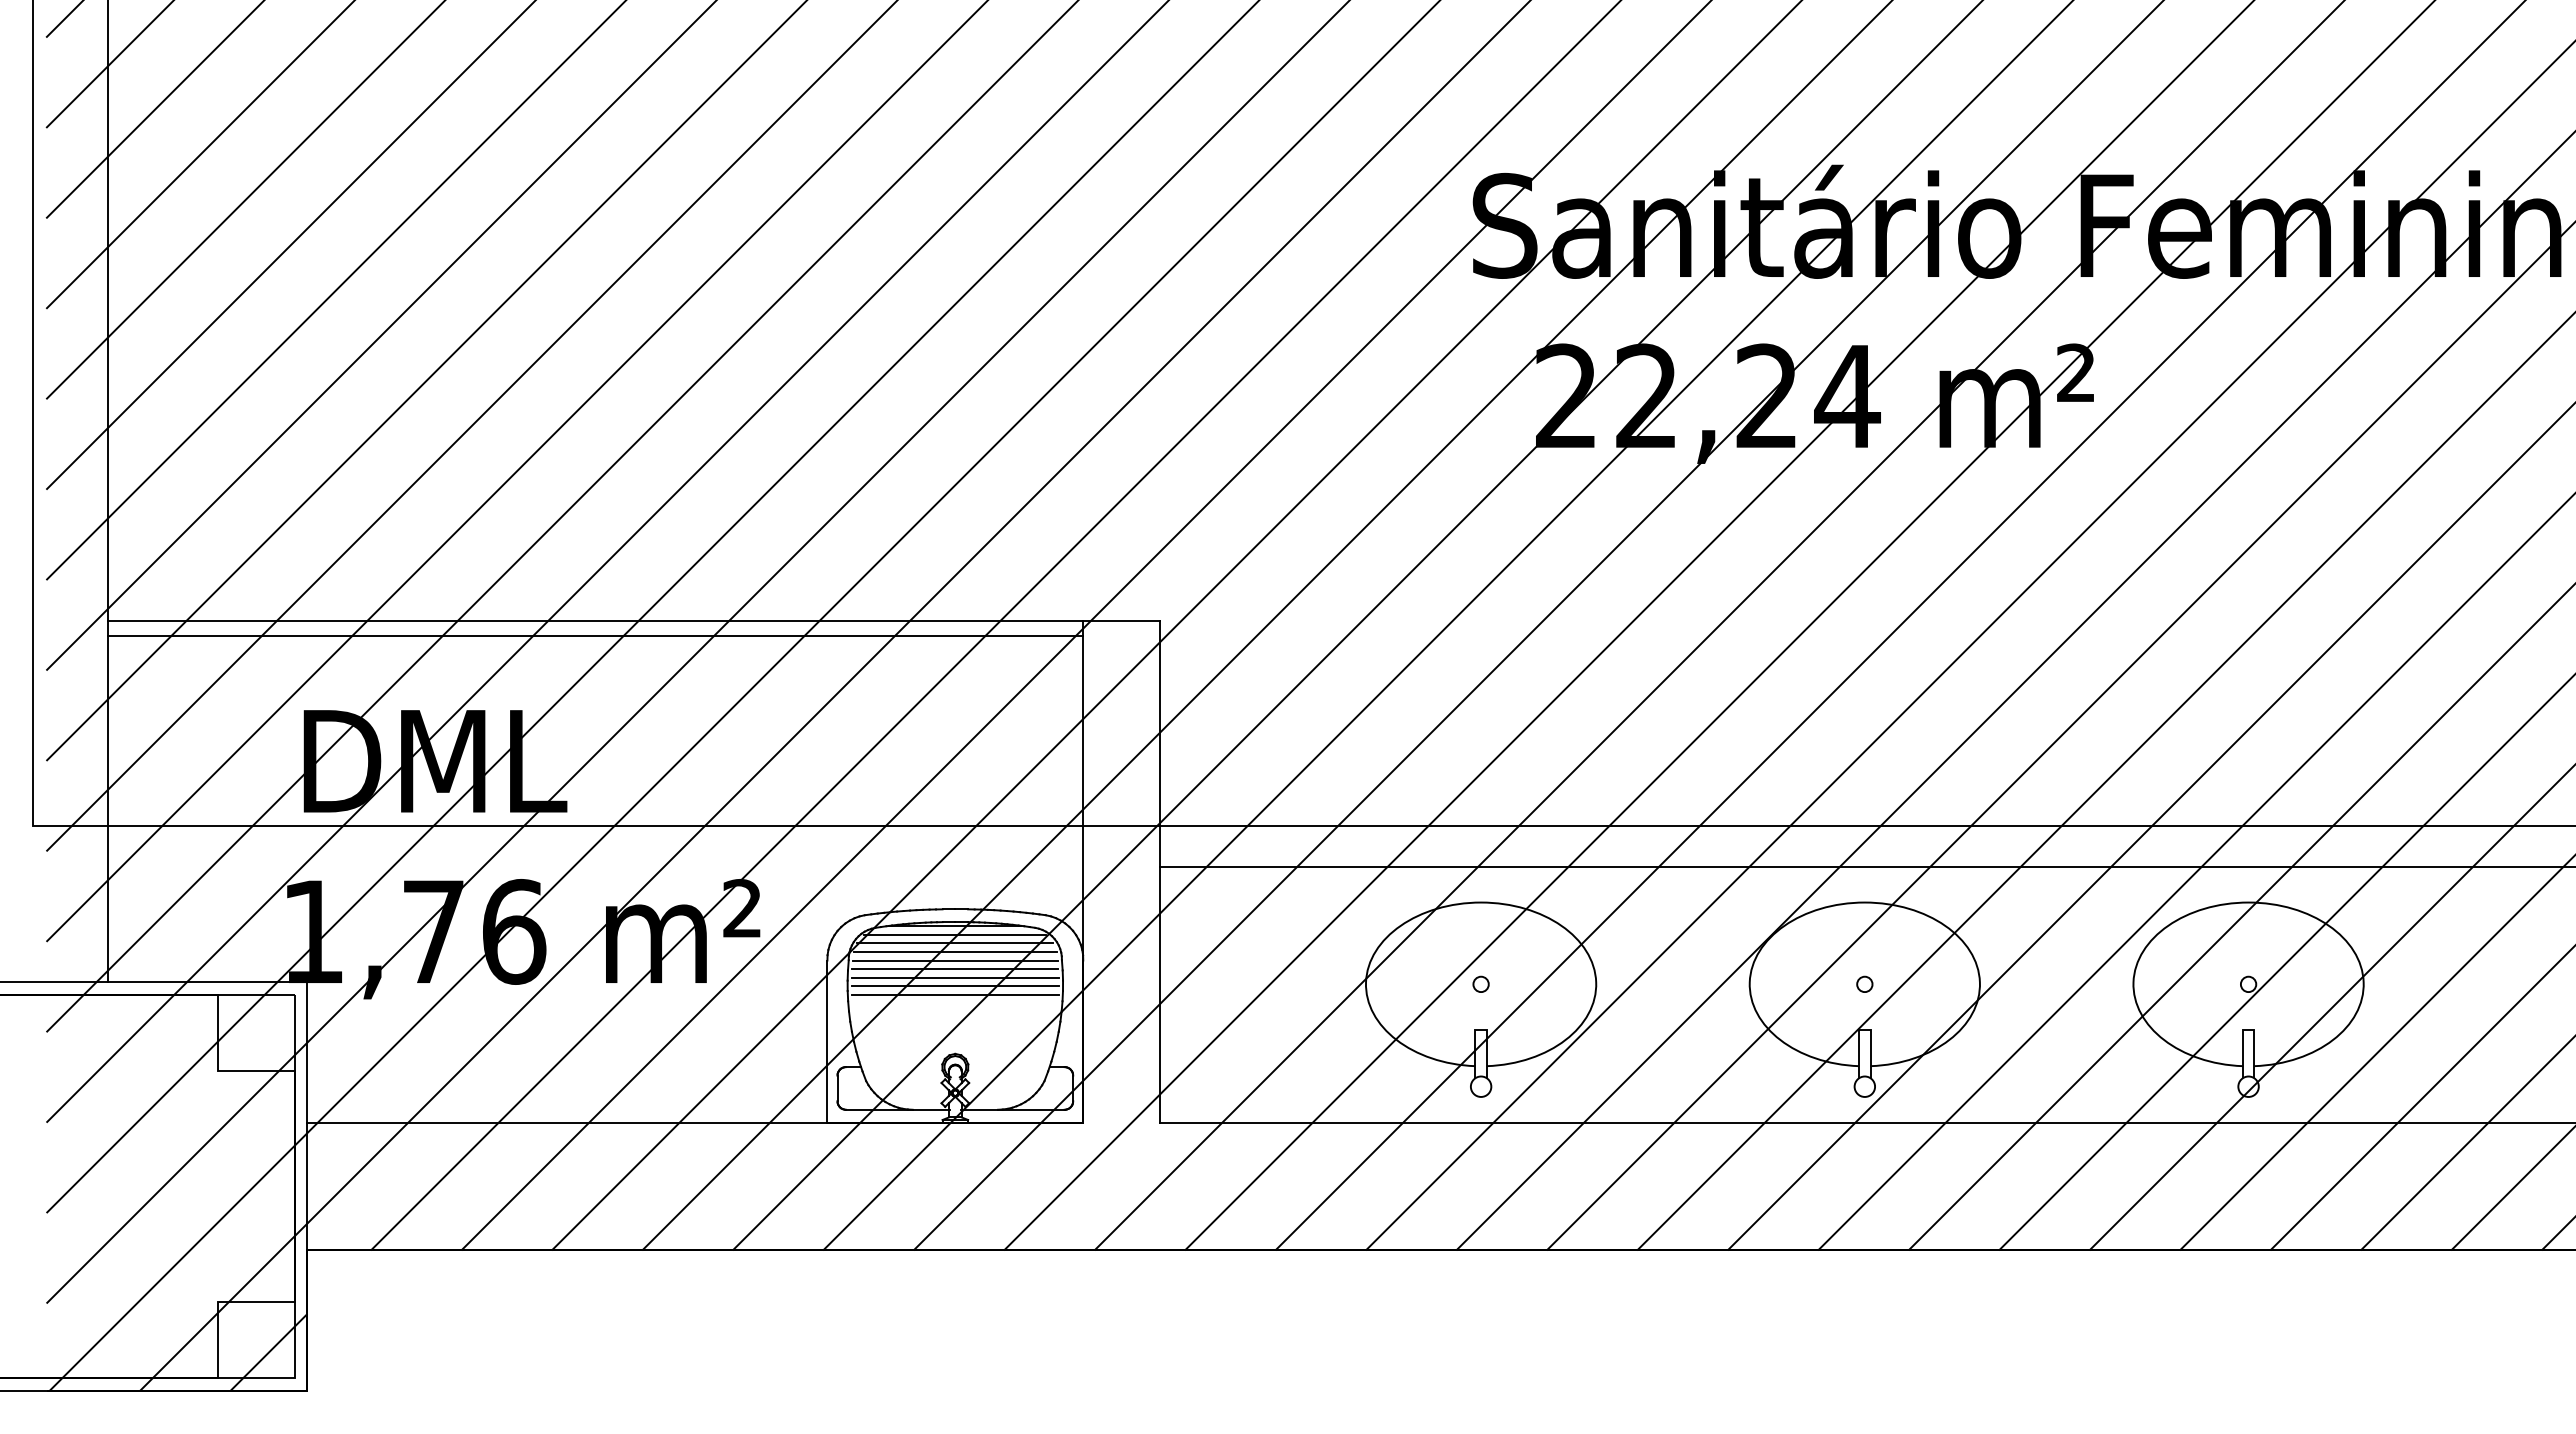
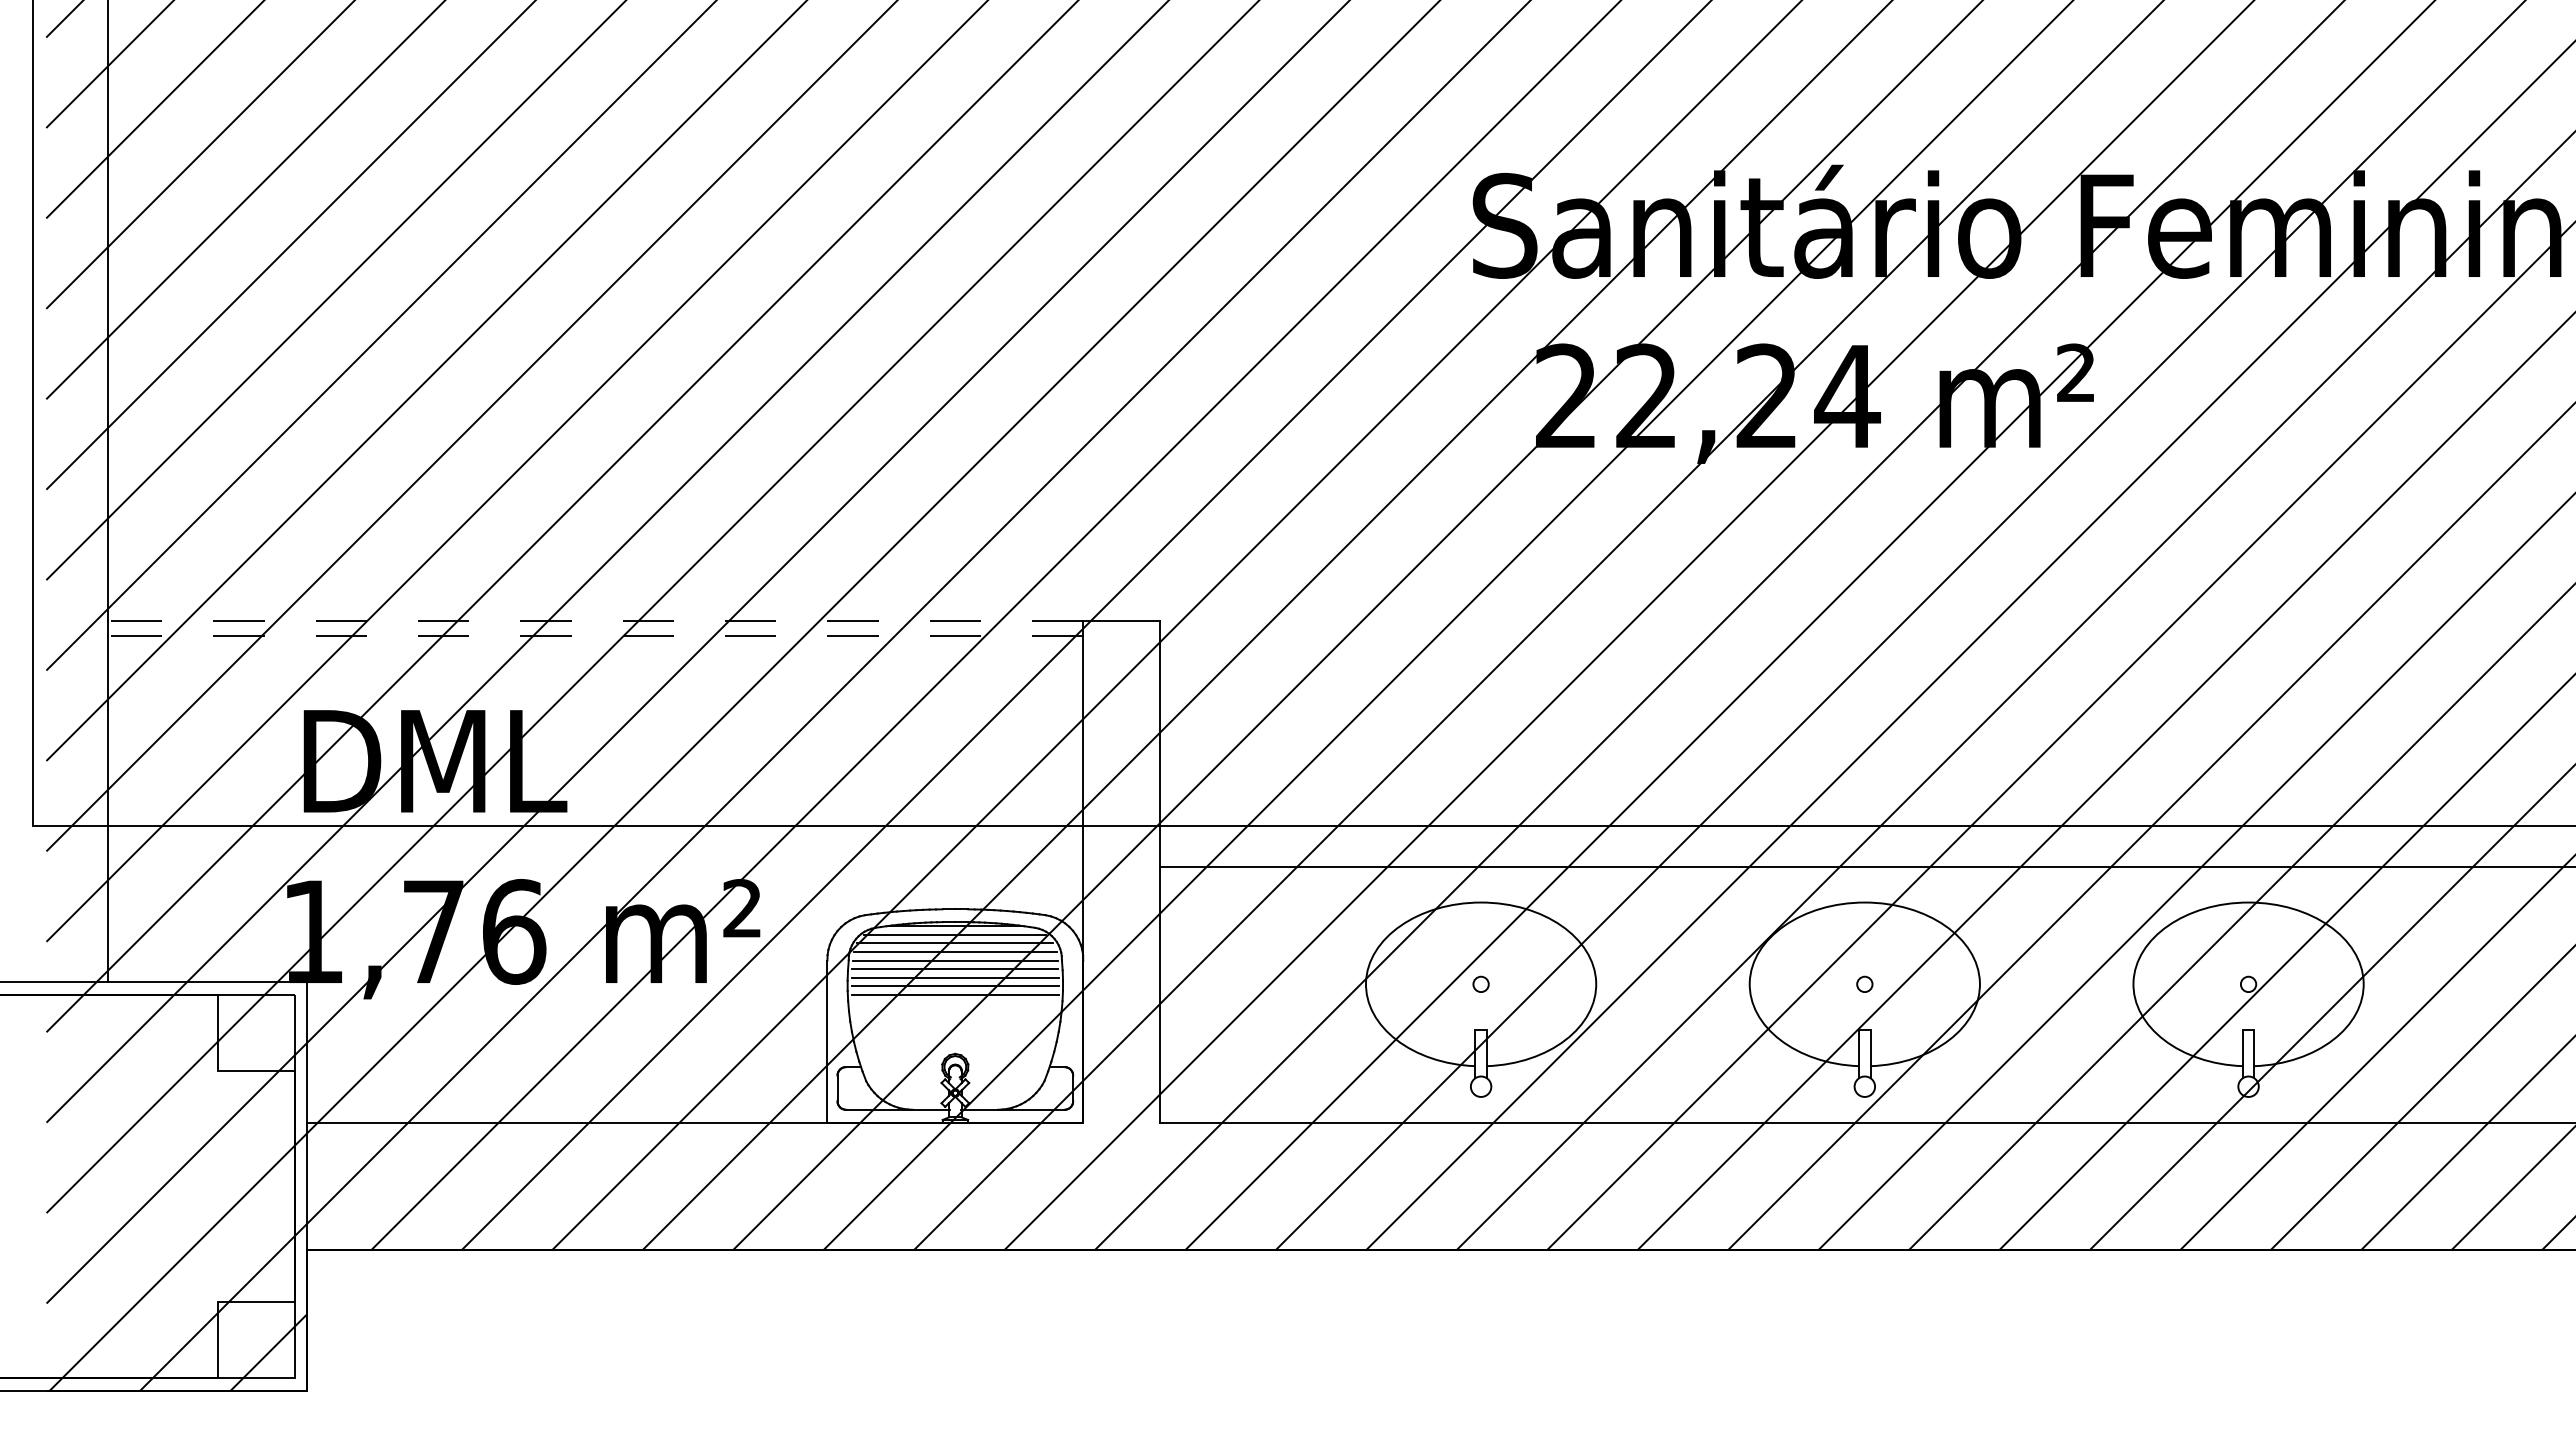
line at (595, 621): solid -> dashed
line at (595, 636): solid -> dashed
